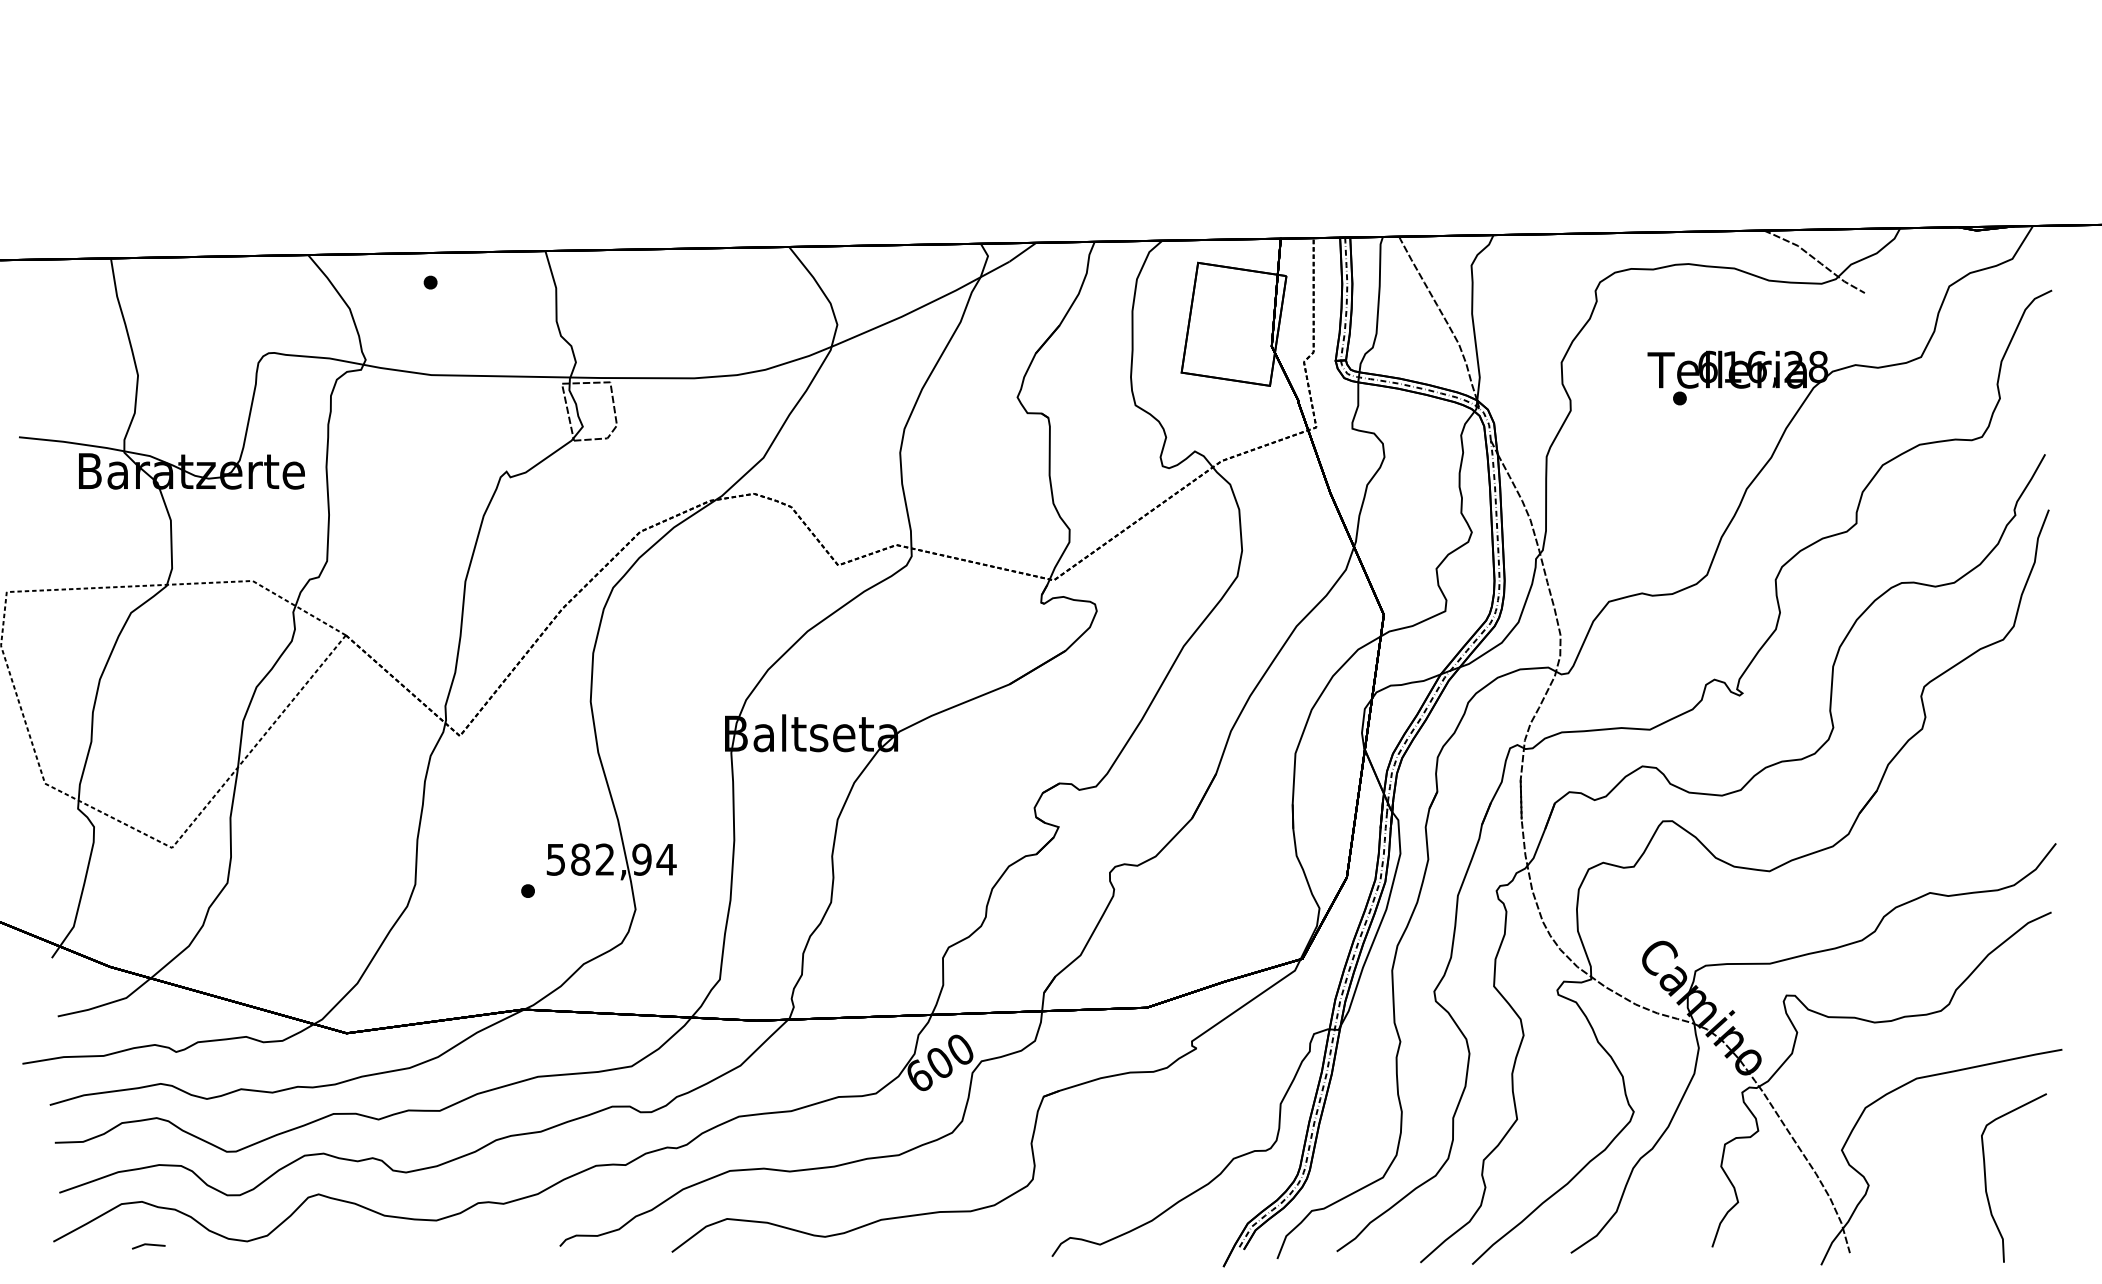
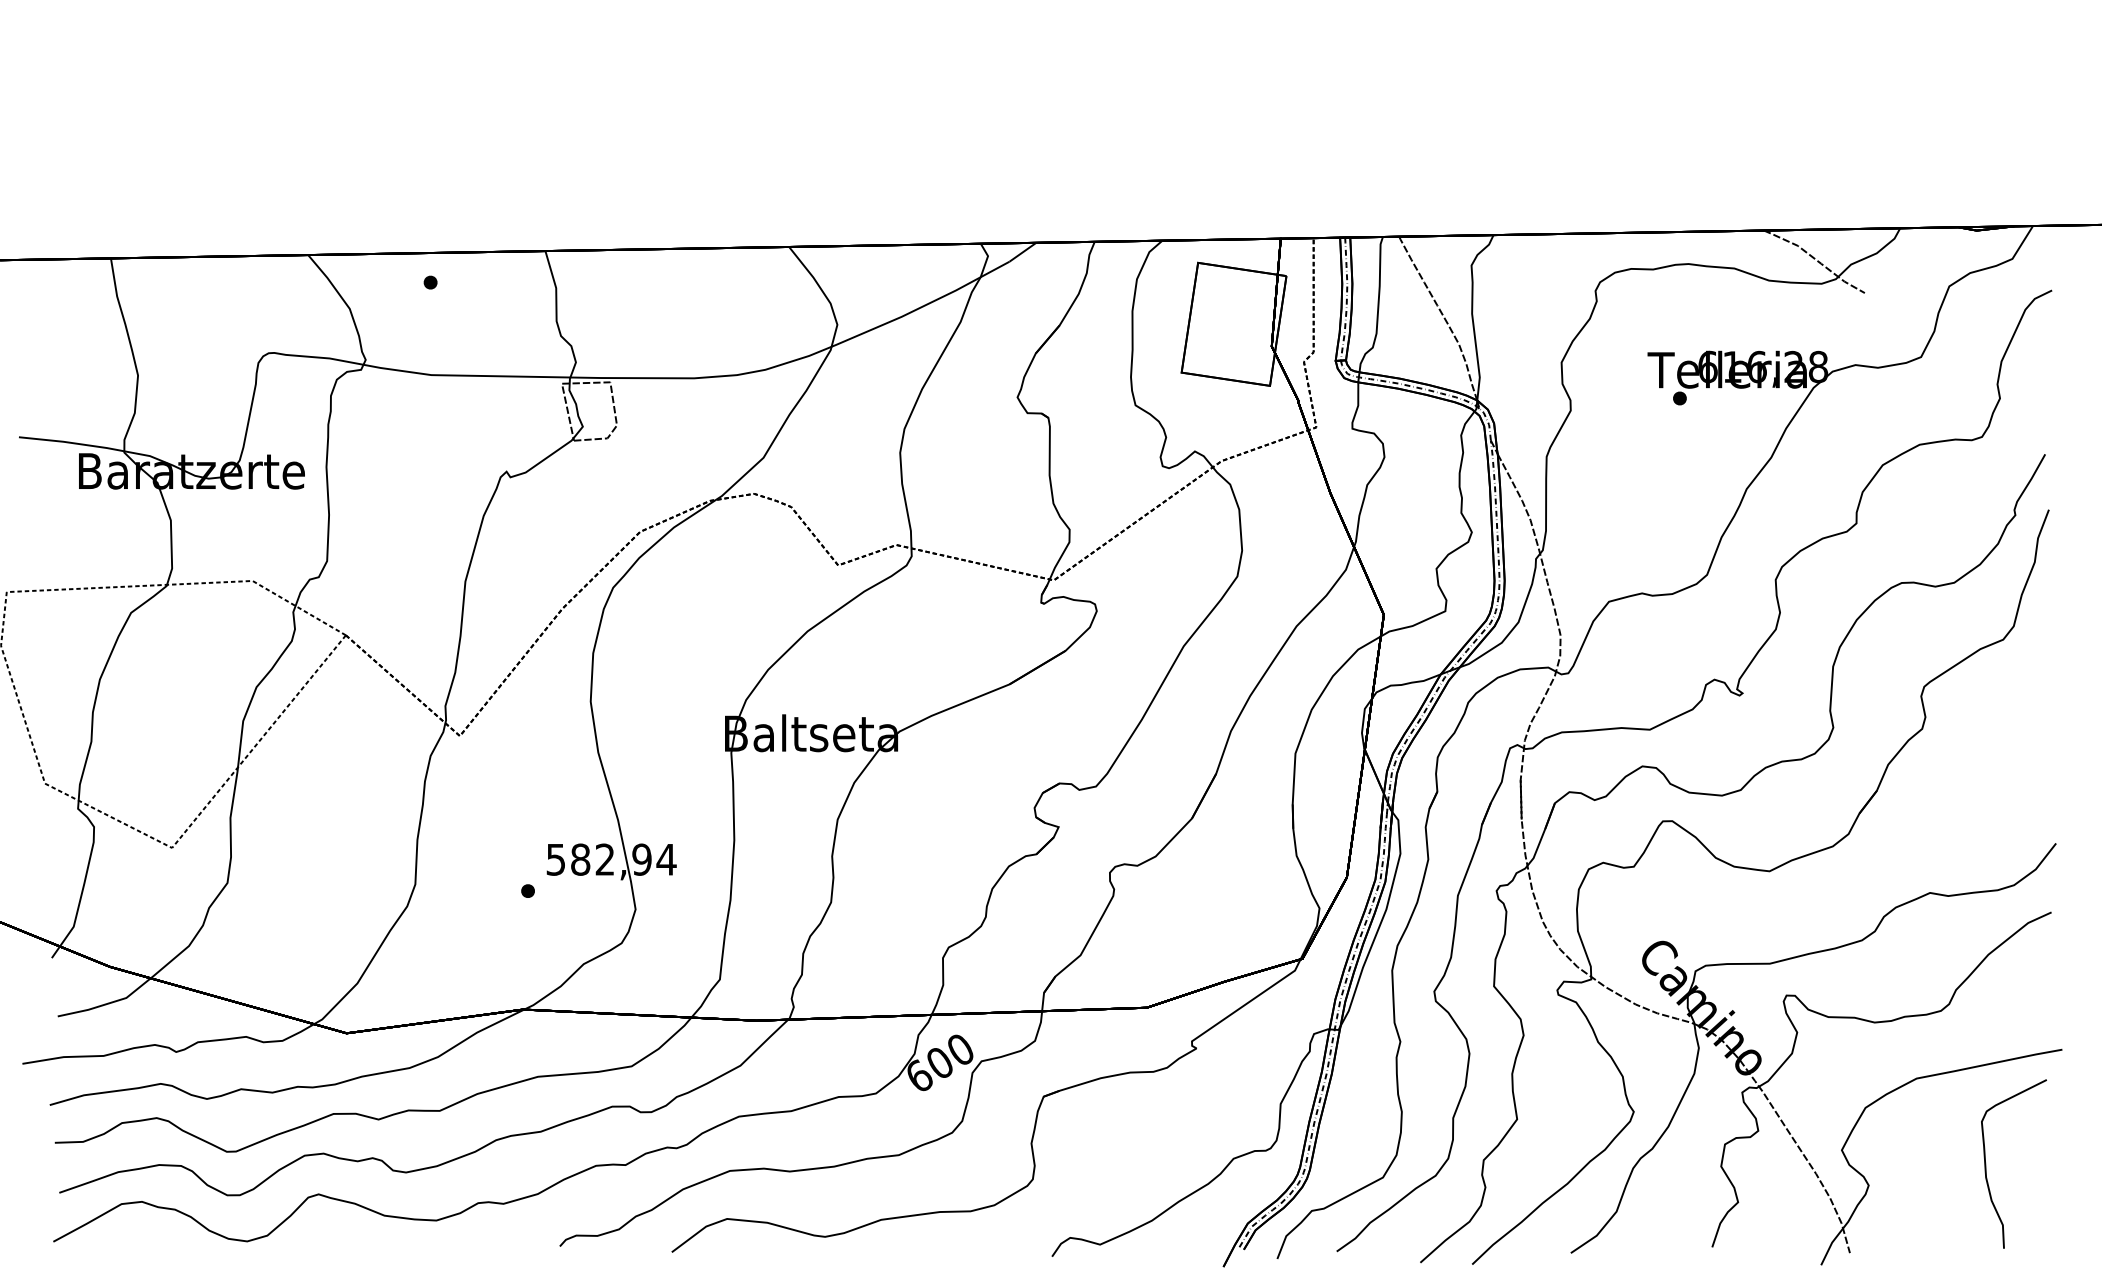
curve at (1986, 1177) position: (1986, 1177) -> (1986, 1163)
line at (148, 1245): present -> none
